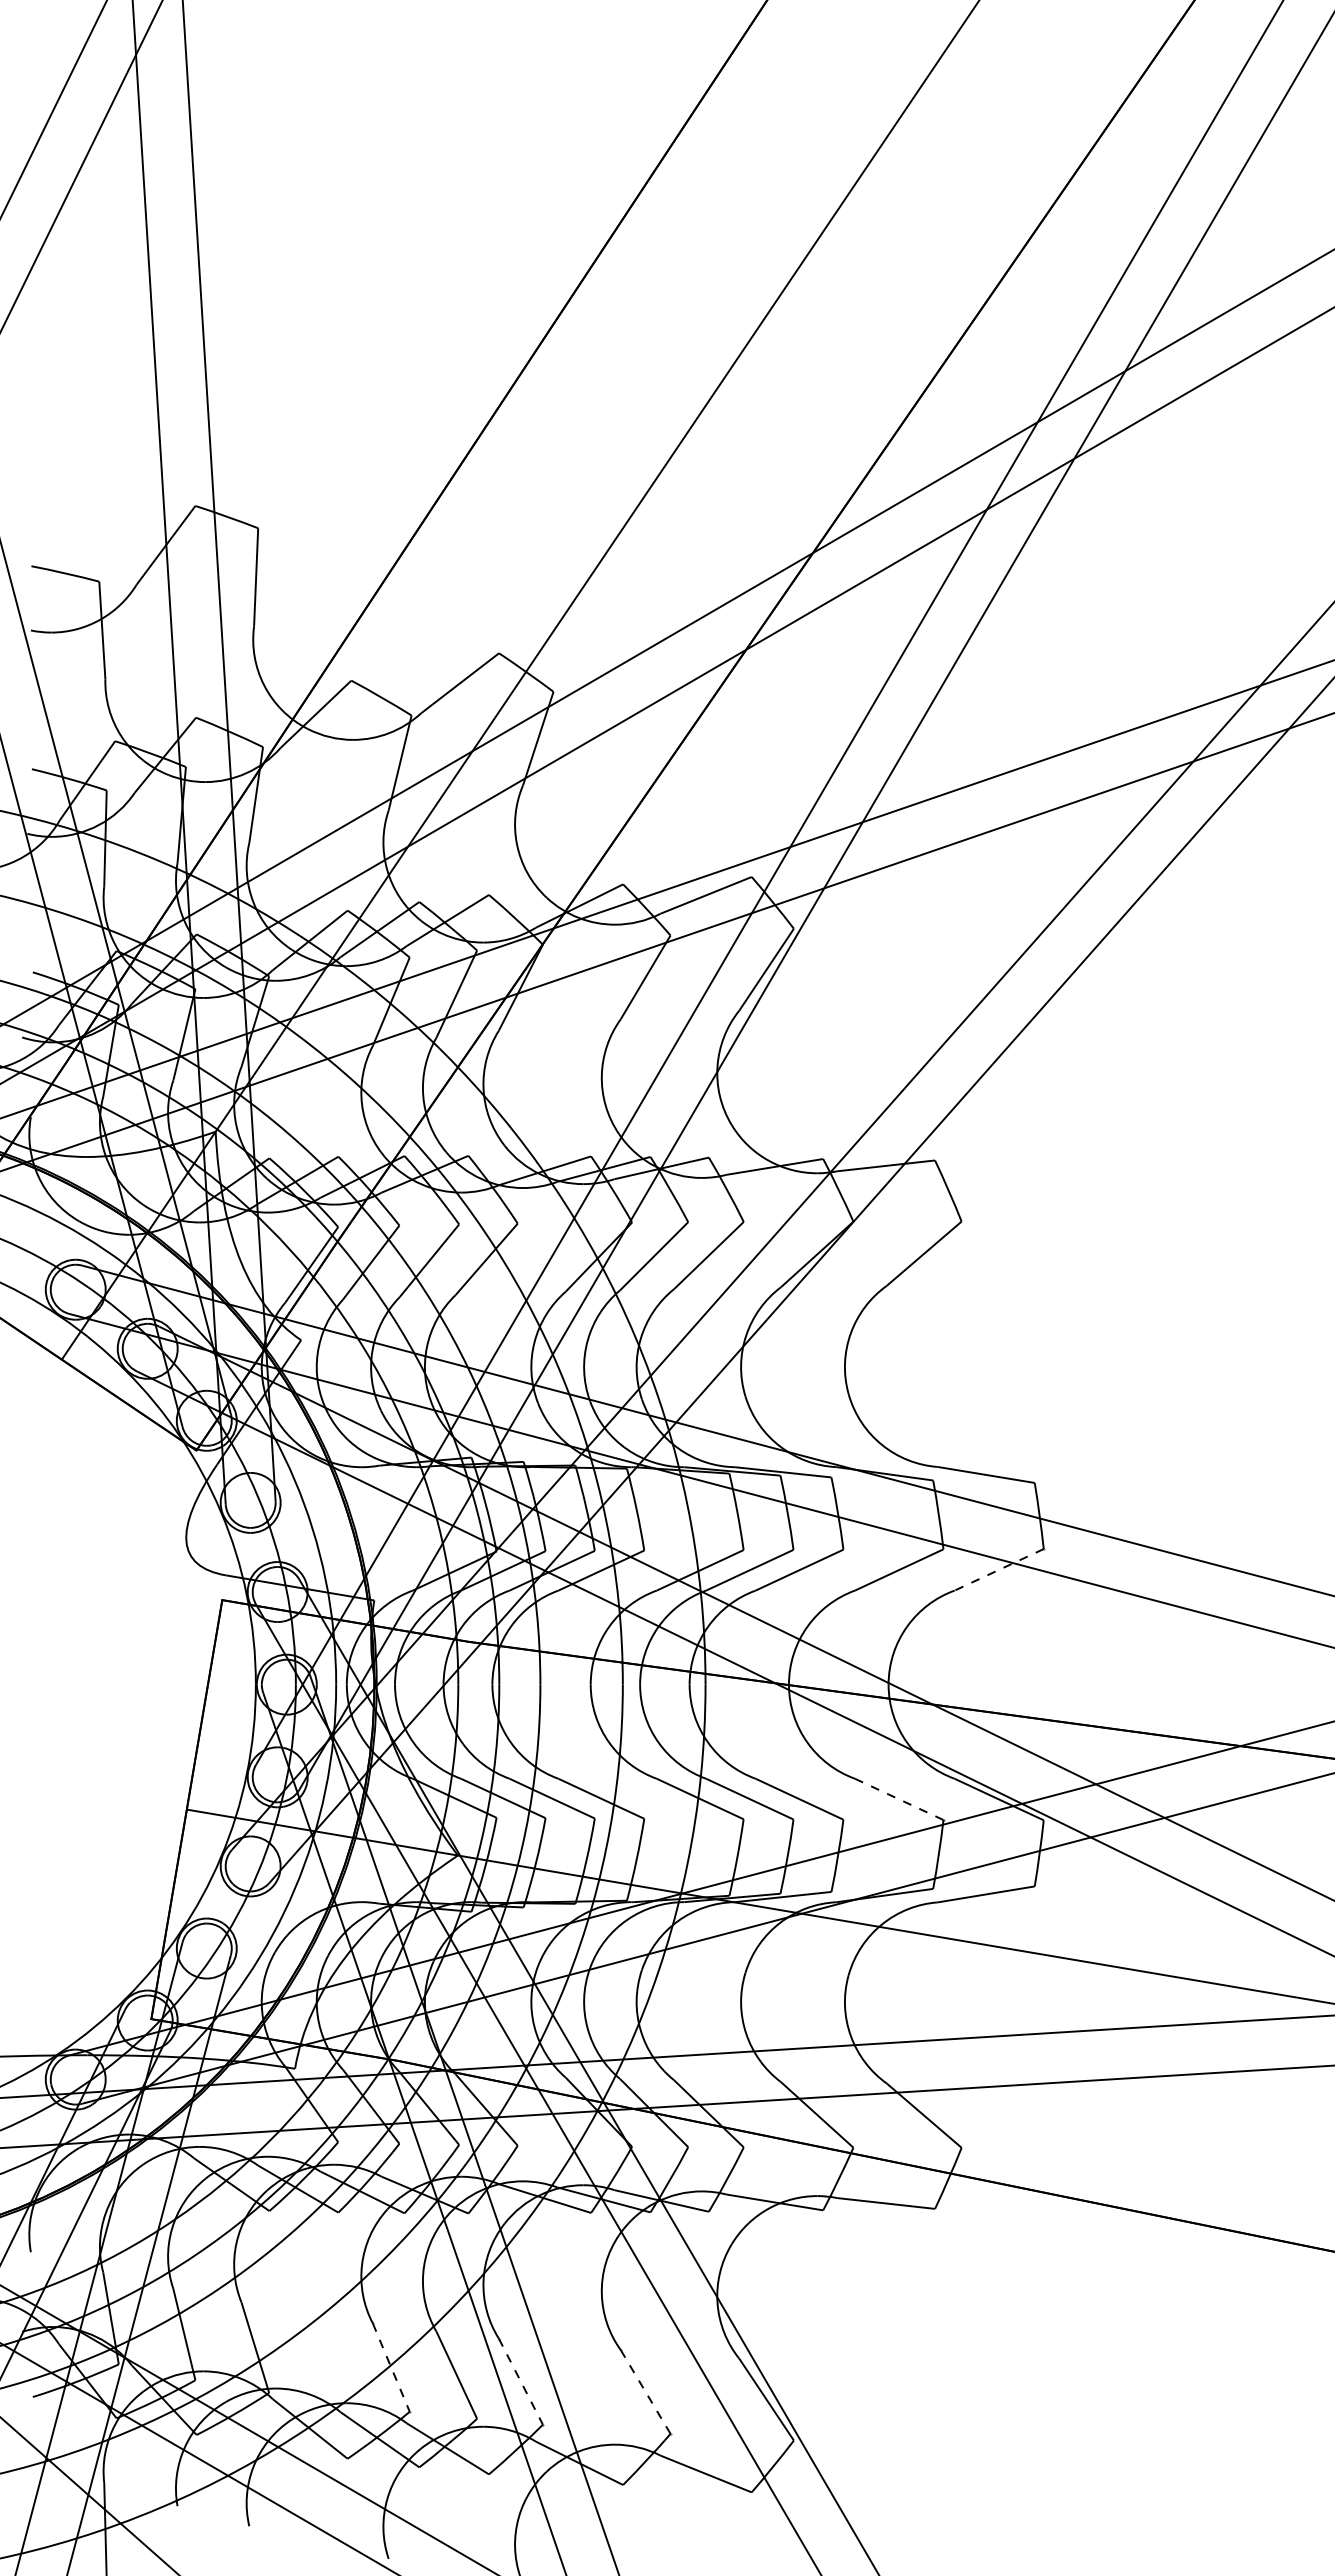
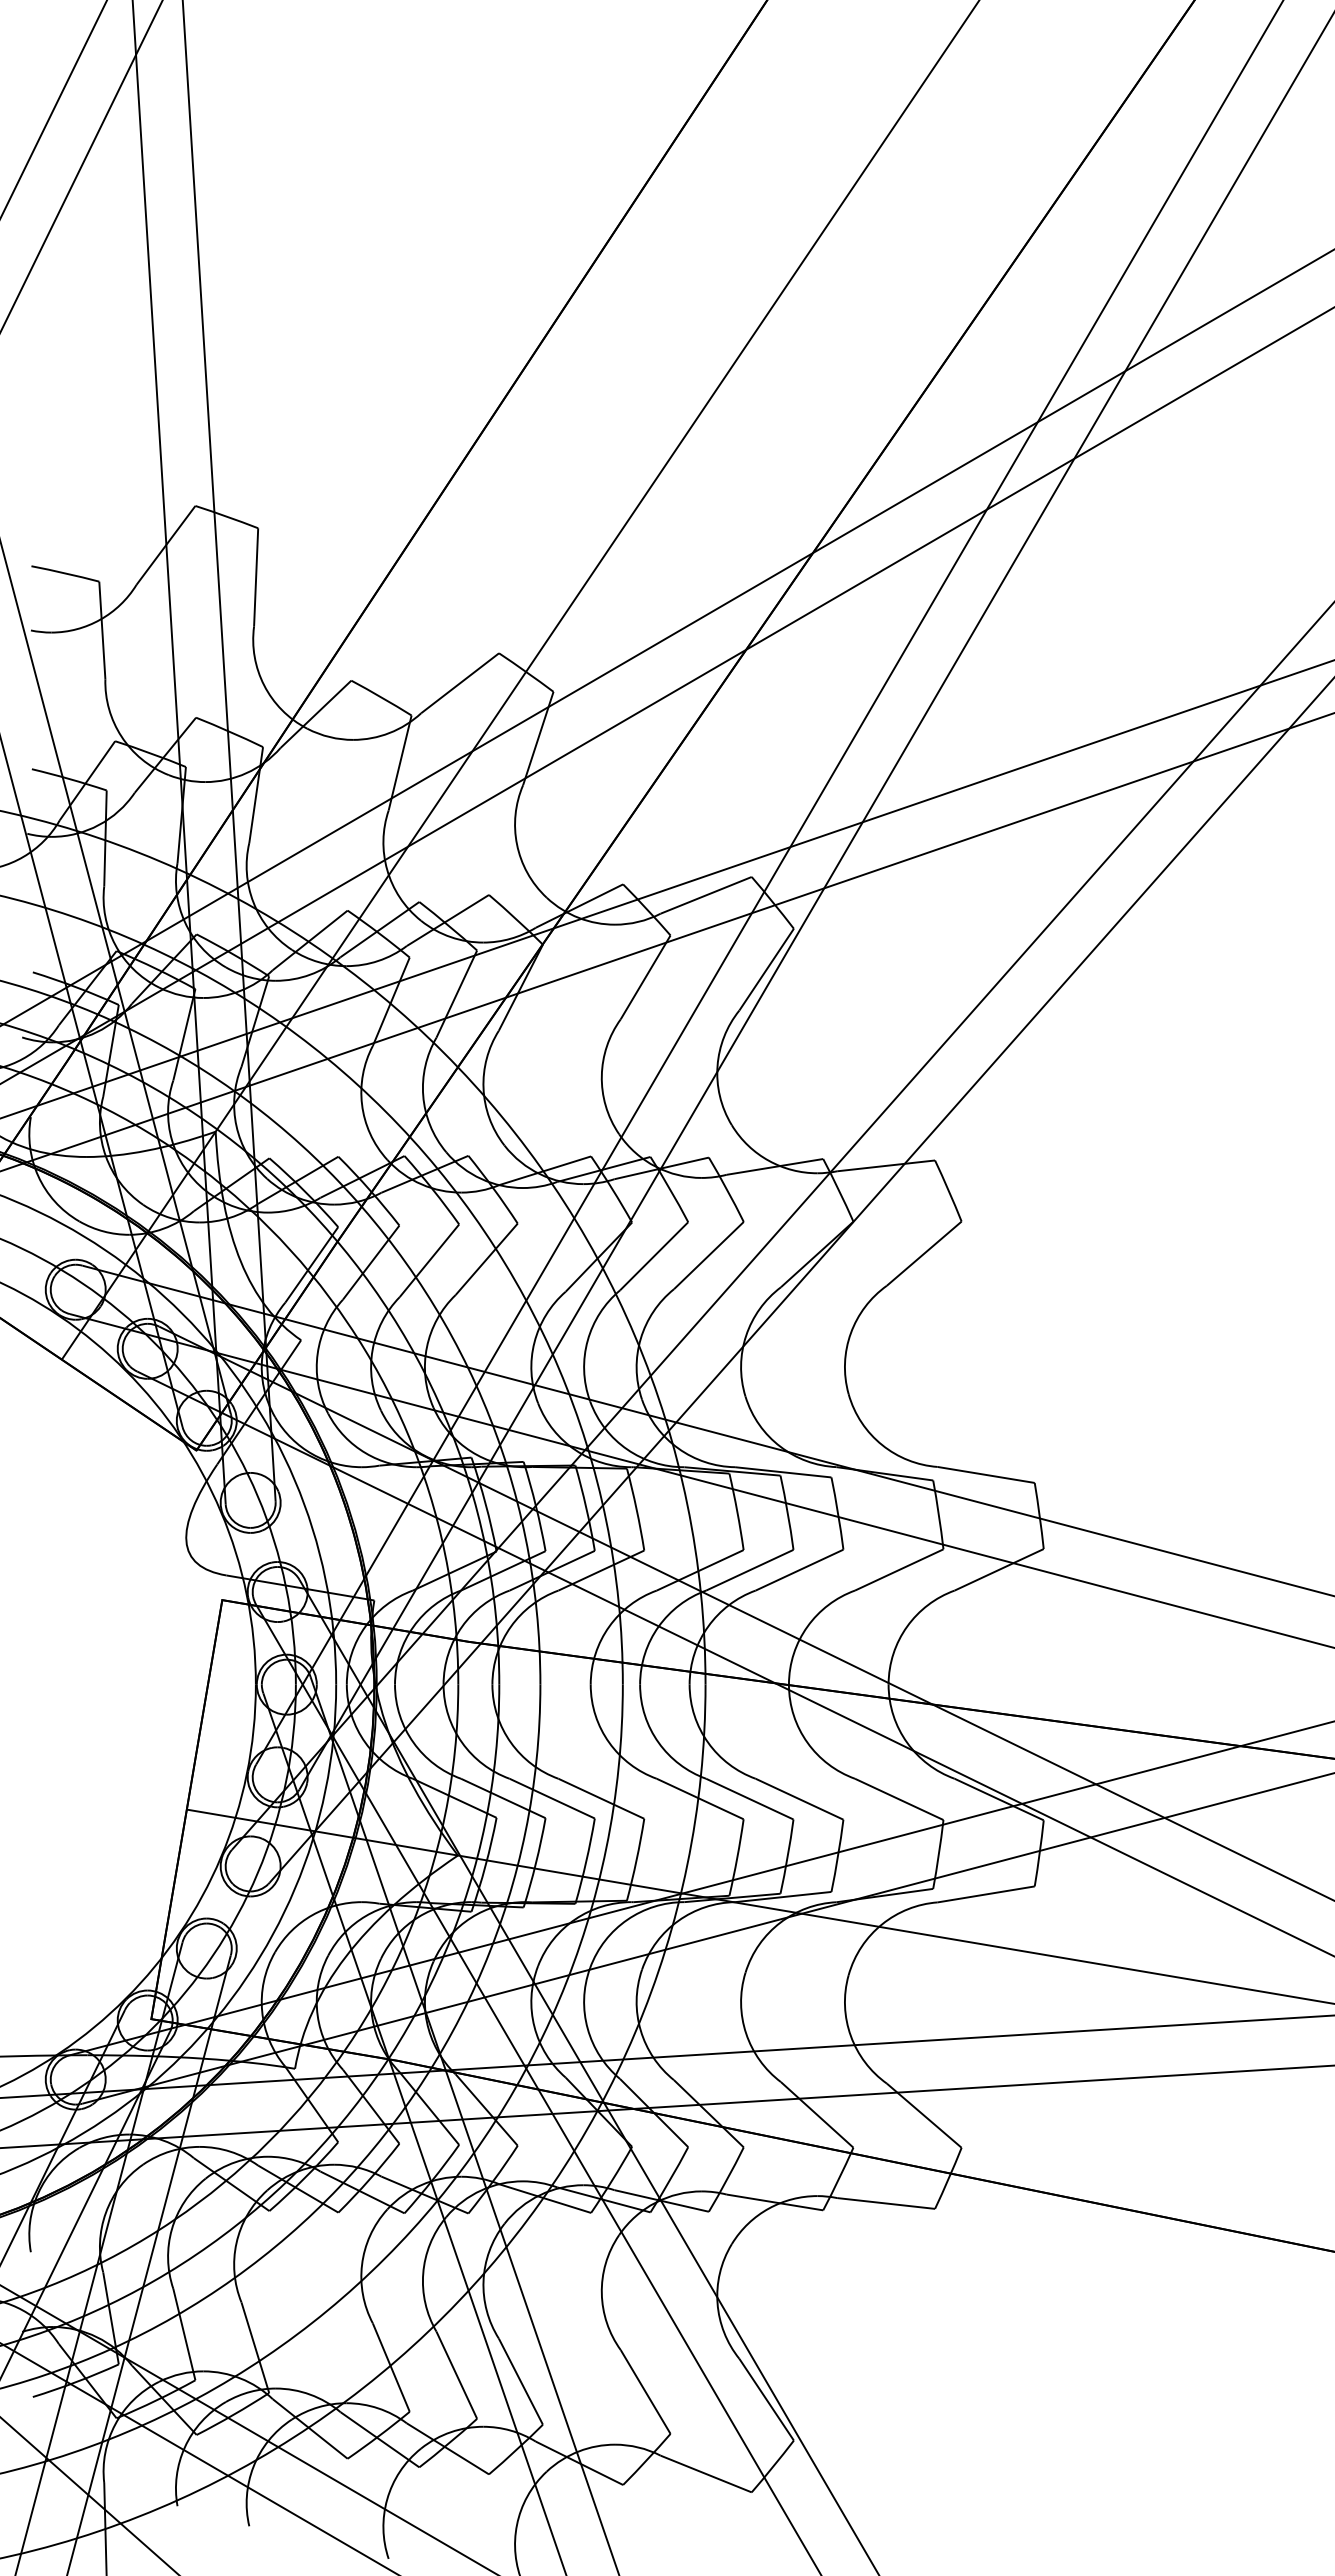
line at (999, 1569): dashed -> solid
line at (900, 1799): dashed -> solid
line at (391, 2367): dashed -> solid
line at (521, 2382): dashed -> solid
line at (645, 2391): dashed -> solid
